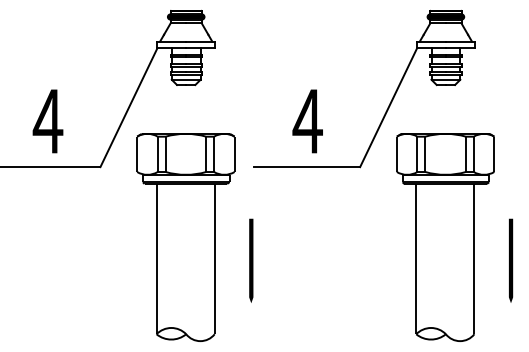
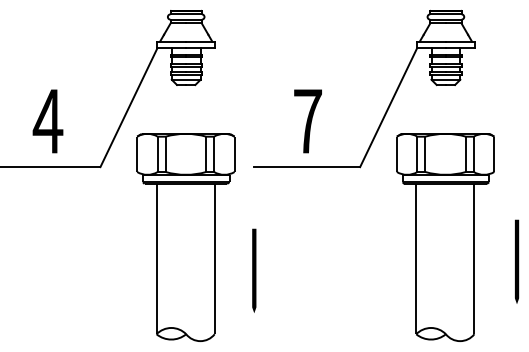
fill at (185, 16): present -> none
fill at (445, 16): present -> none
text at (307, 121): 4 -> 7
line at (251, 260) position: (251, 260) -> (254, 270)
line at (511, 260) position: (511, 260) -> (517, 261)
